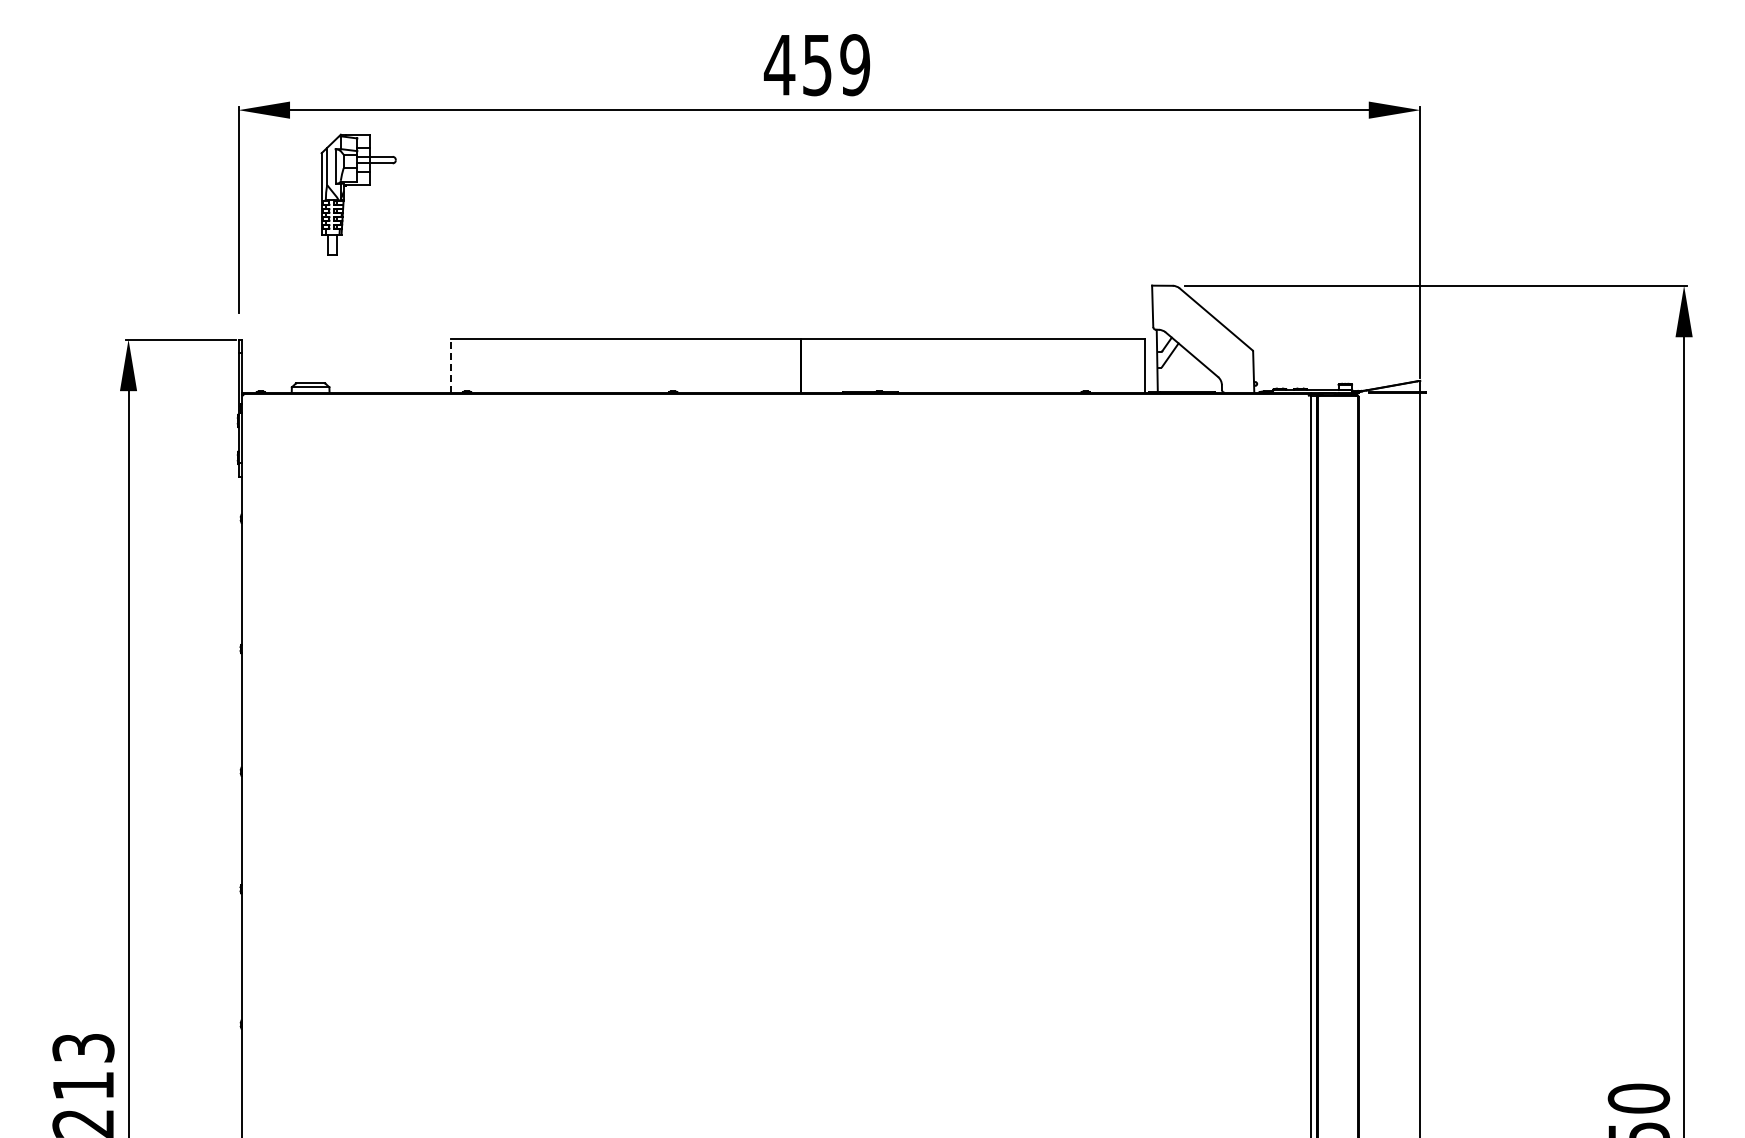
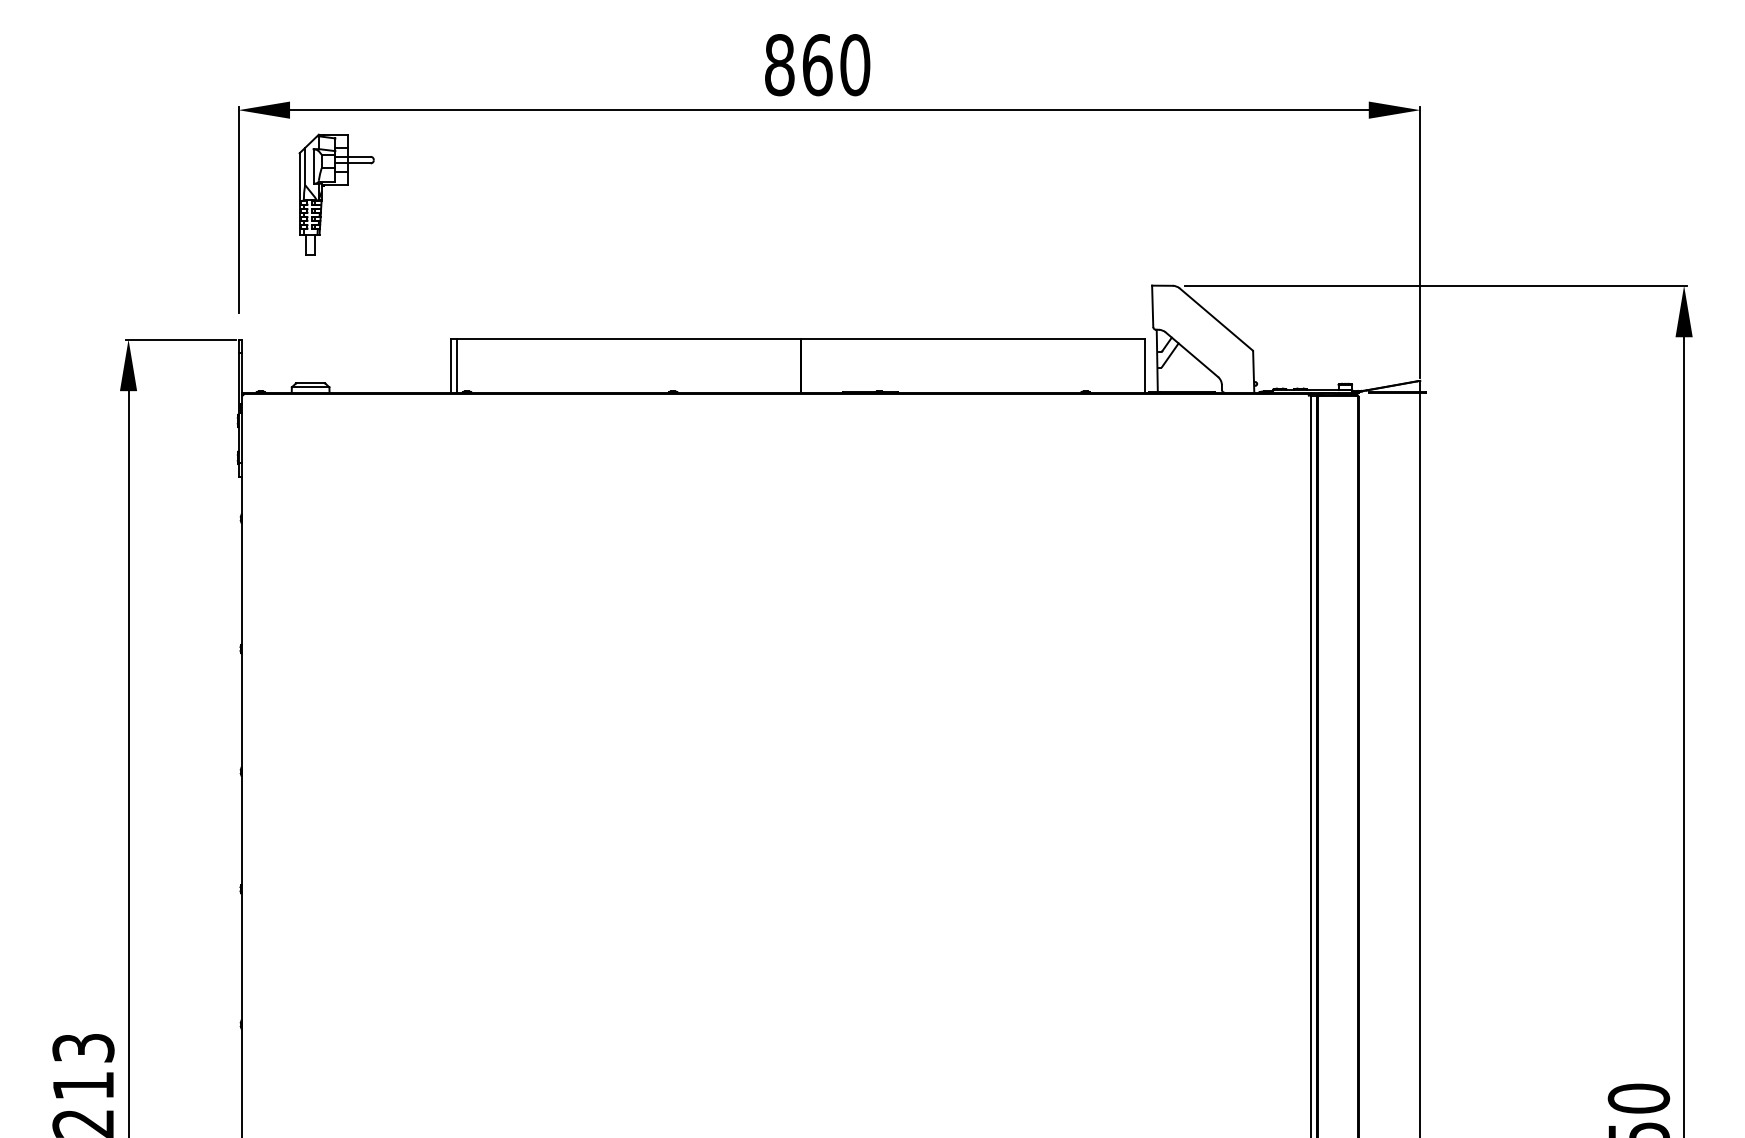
text at (816, 65): 459 -> 860
part at (358, 185) position: (358, 185) -> (336, 185)
line at (451, 365): dashed -> solid
line at (457, 365): none -> present
